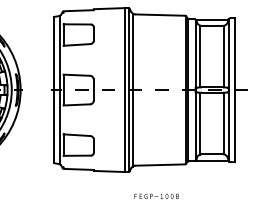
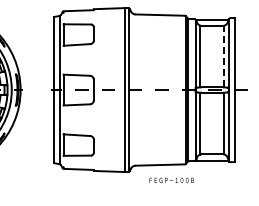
line at (223, 56): solid -> dashed
line at (132, 89): present -> none
text at (156, 195) position: (156, 195) -> (171, 179)
